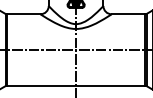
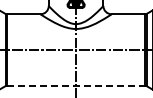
line at (76, 85): solid -> dashed
